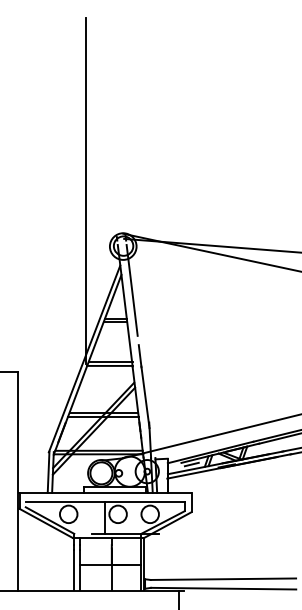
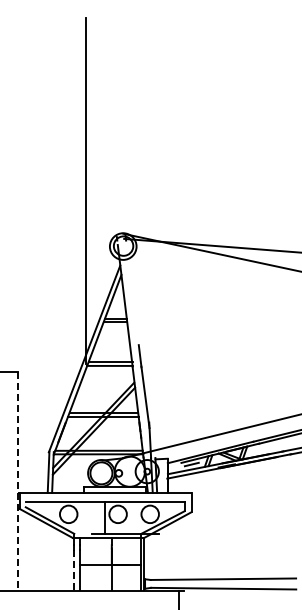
line at (131, 289): present -> none
line at (17, 482): solid -> dashed
line at (74, 570): solid -> dashed
